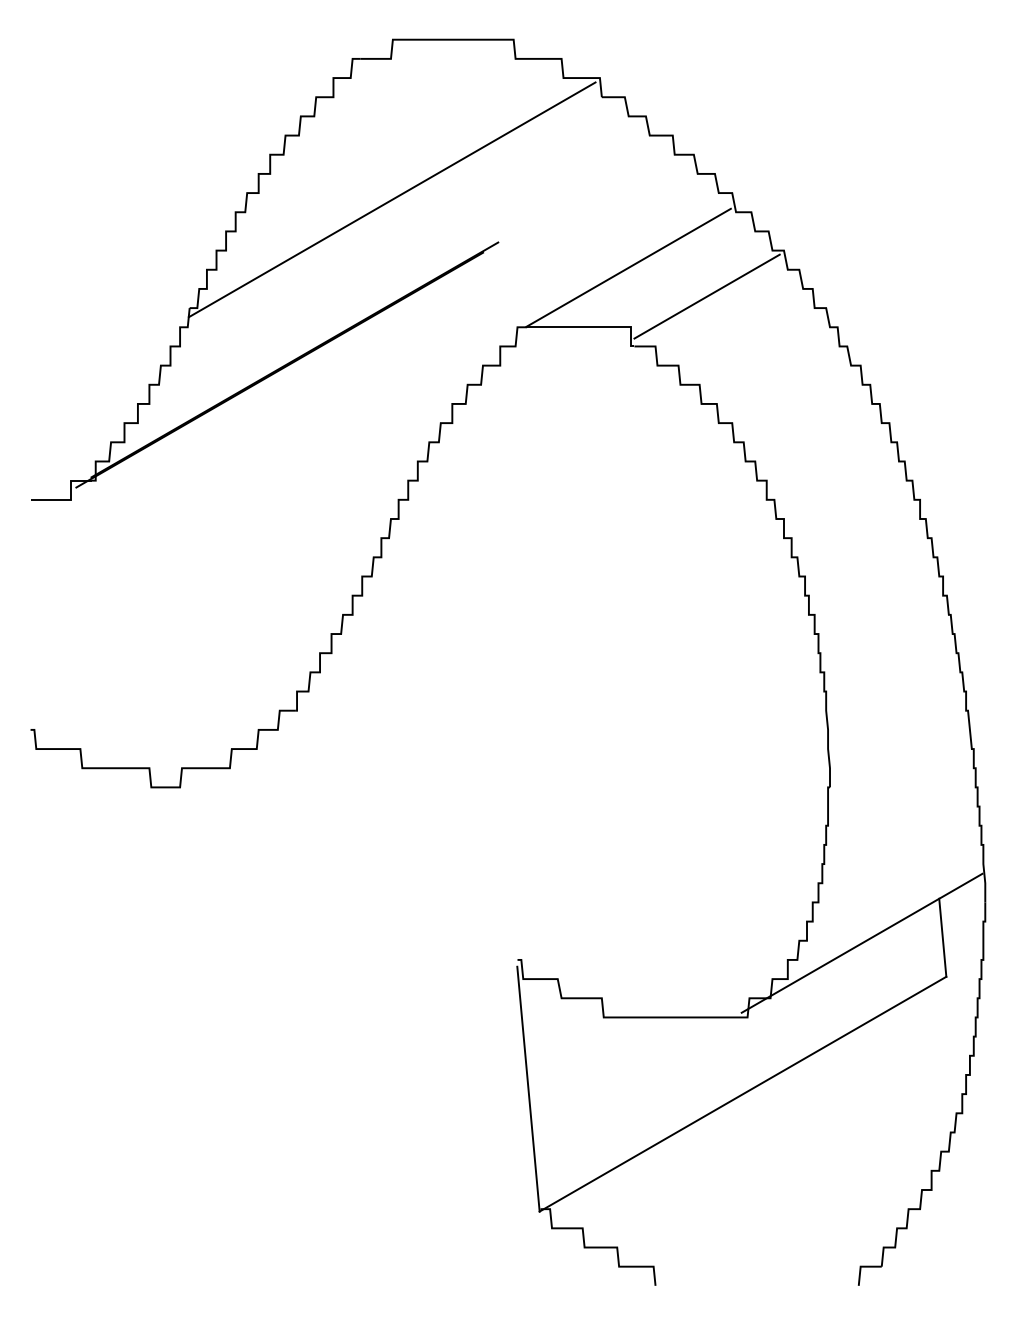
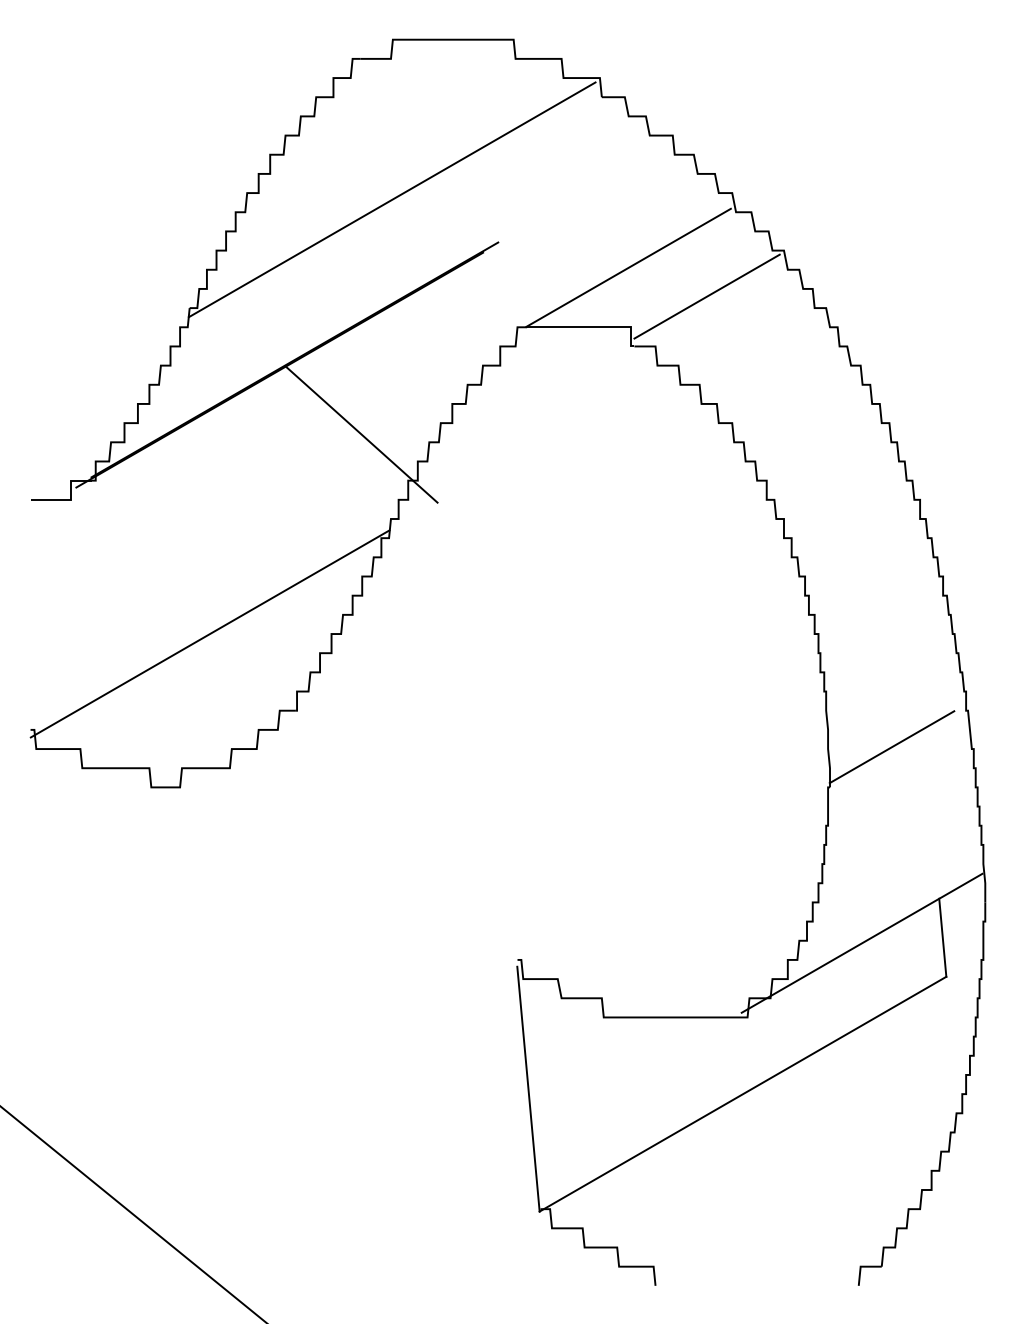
line at (361, 434): none -> present
line at (209, 633): none -> present
line at (891, 747): none -> present
line at (133, 1214): none -> present
